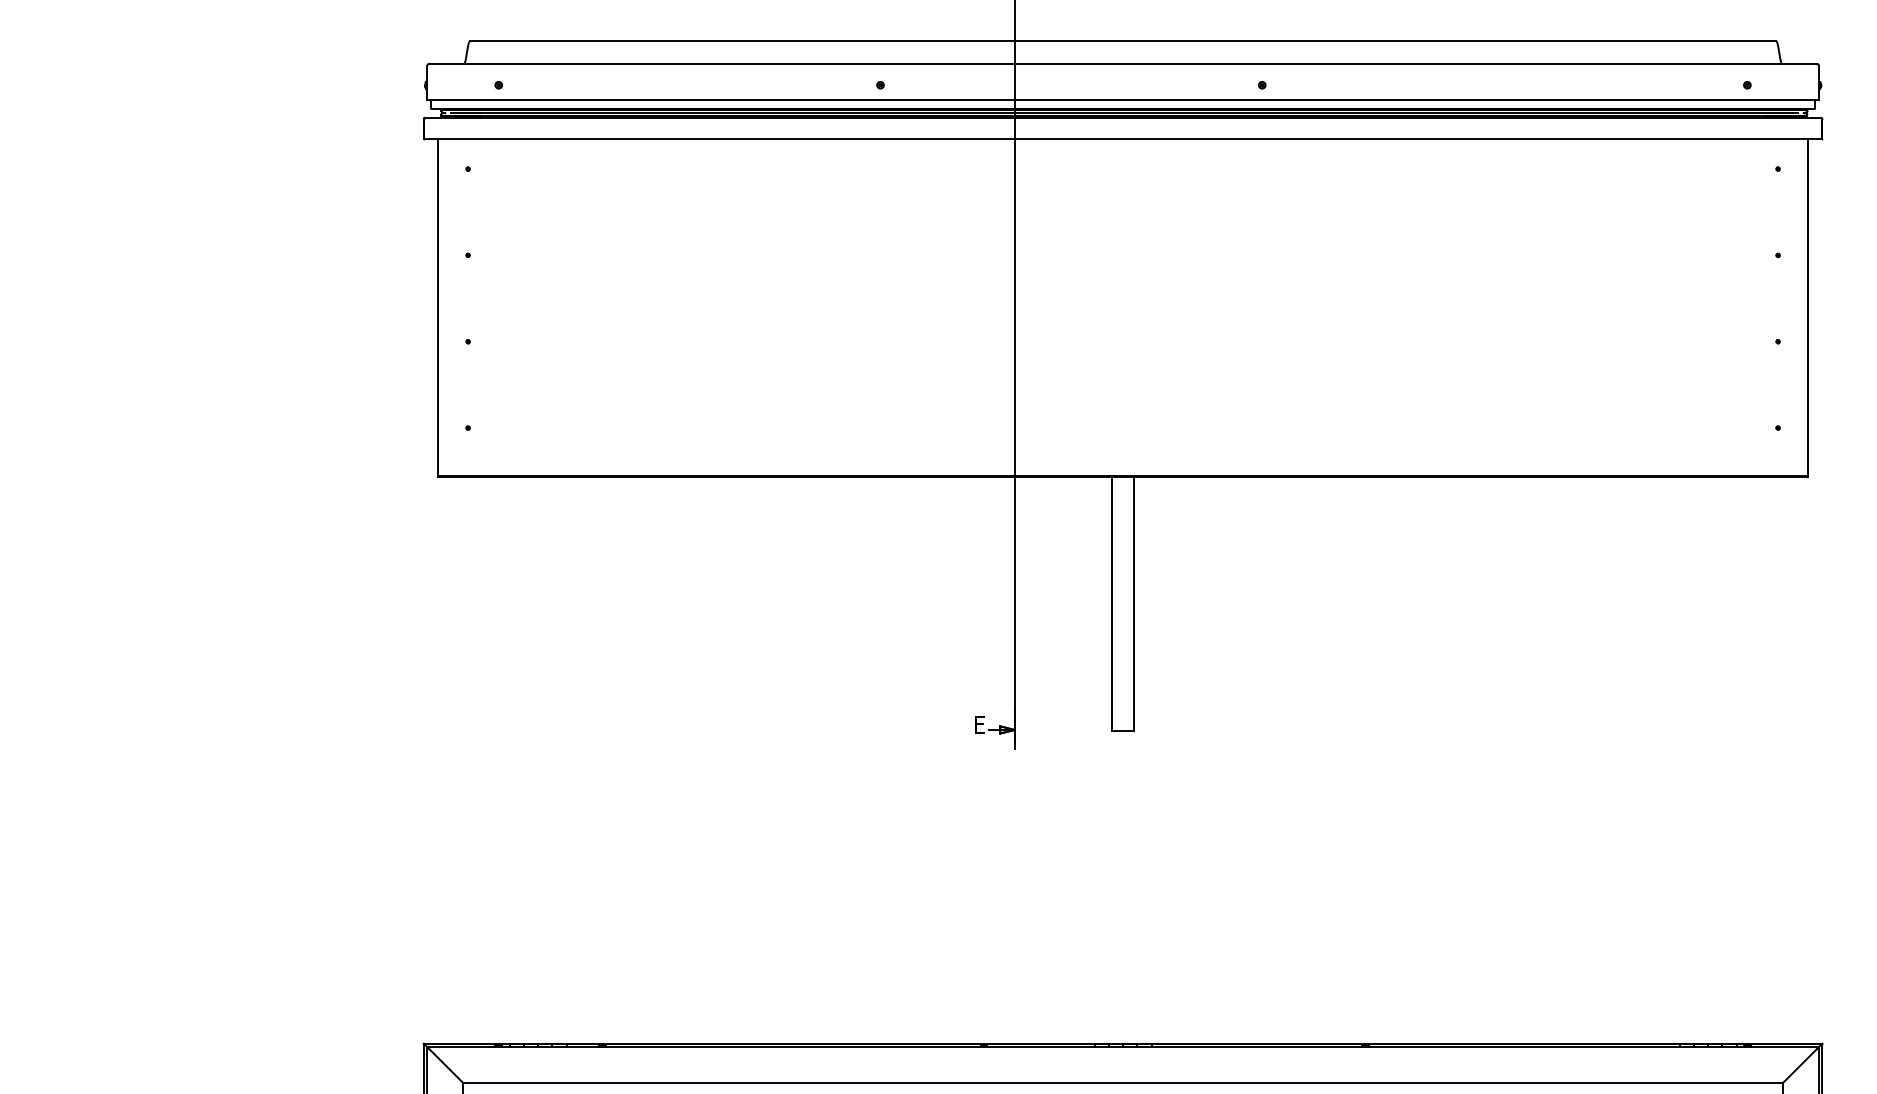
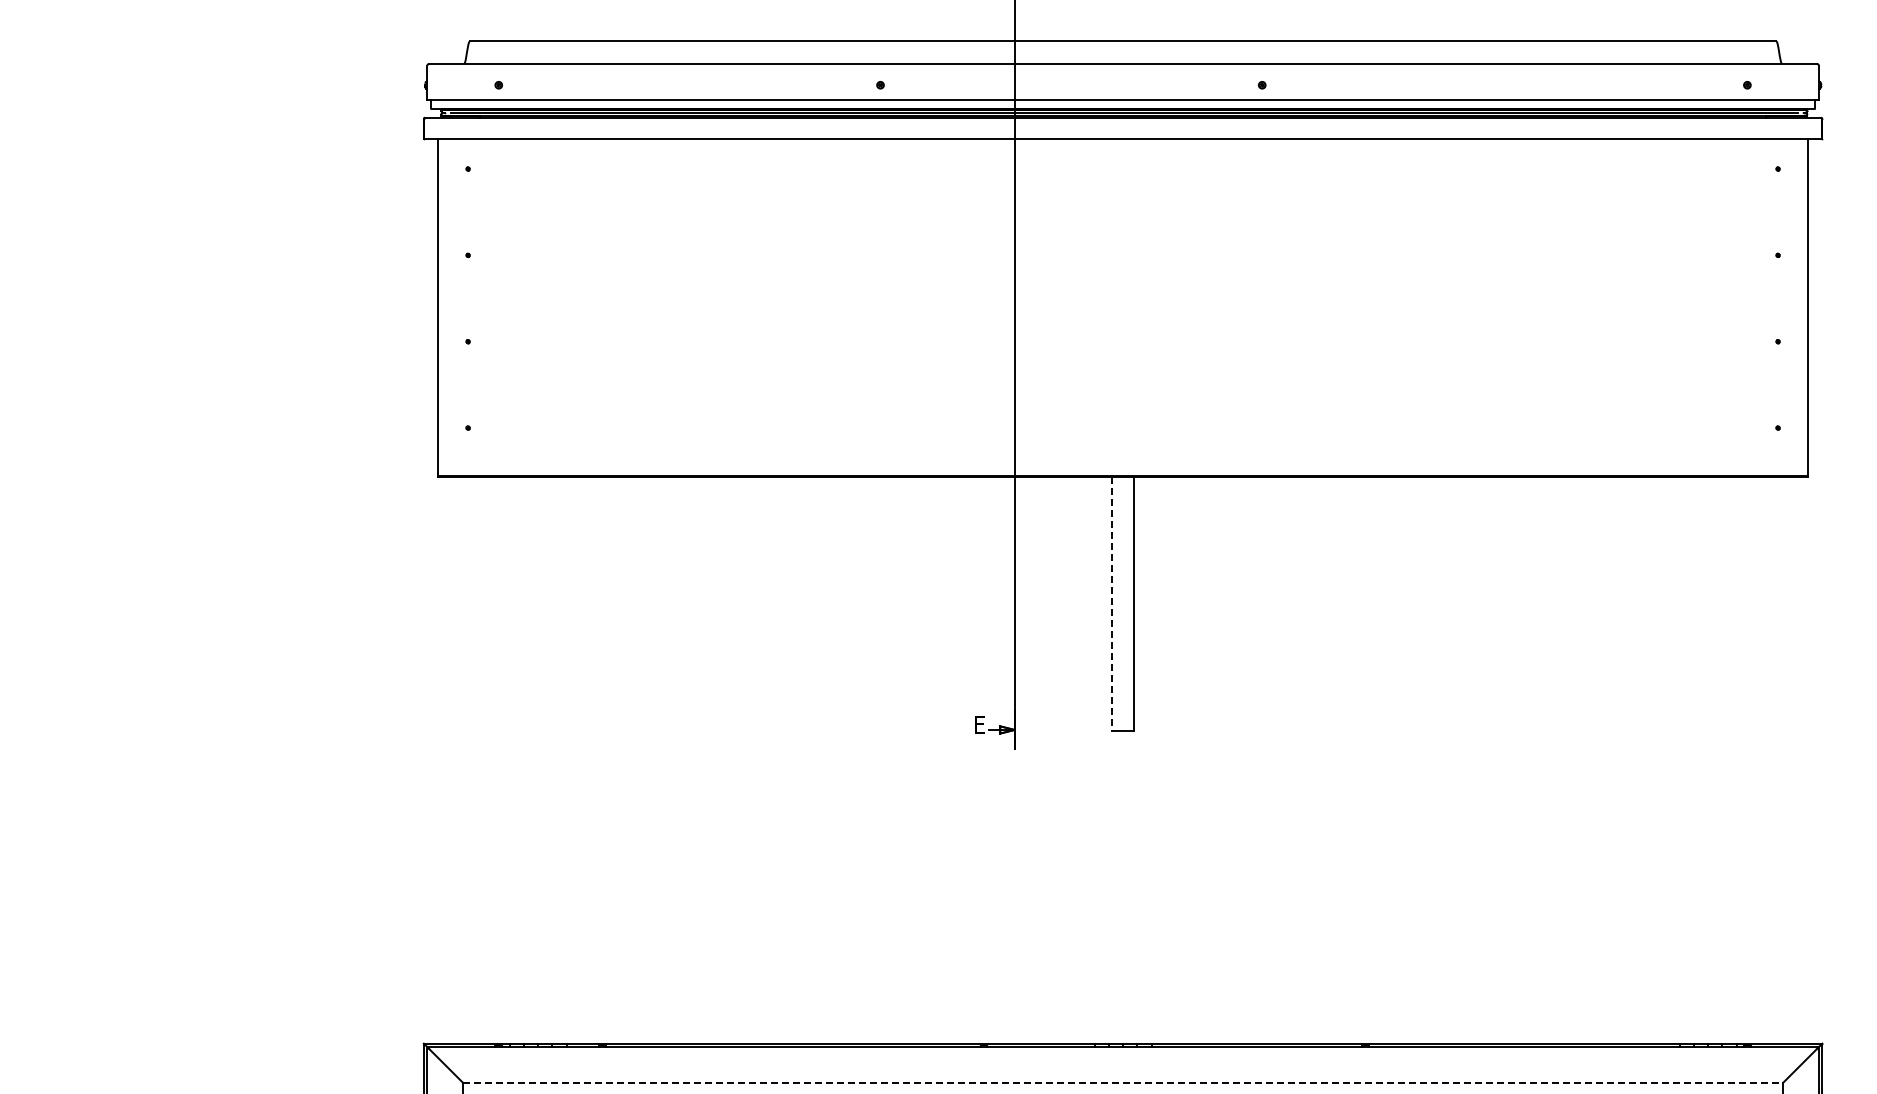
line at (1112, 604): solid -> dashed
line at (1123, 1082): solid -> dashed
